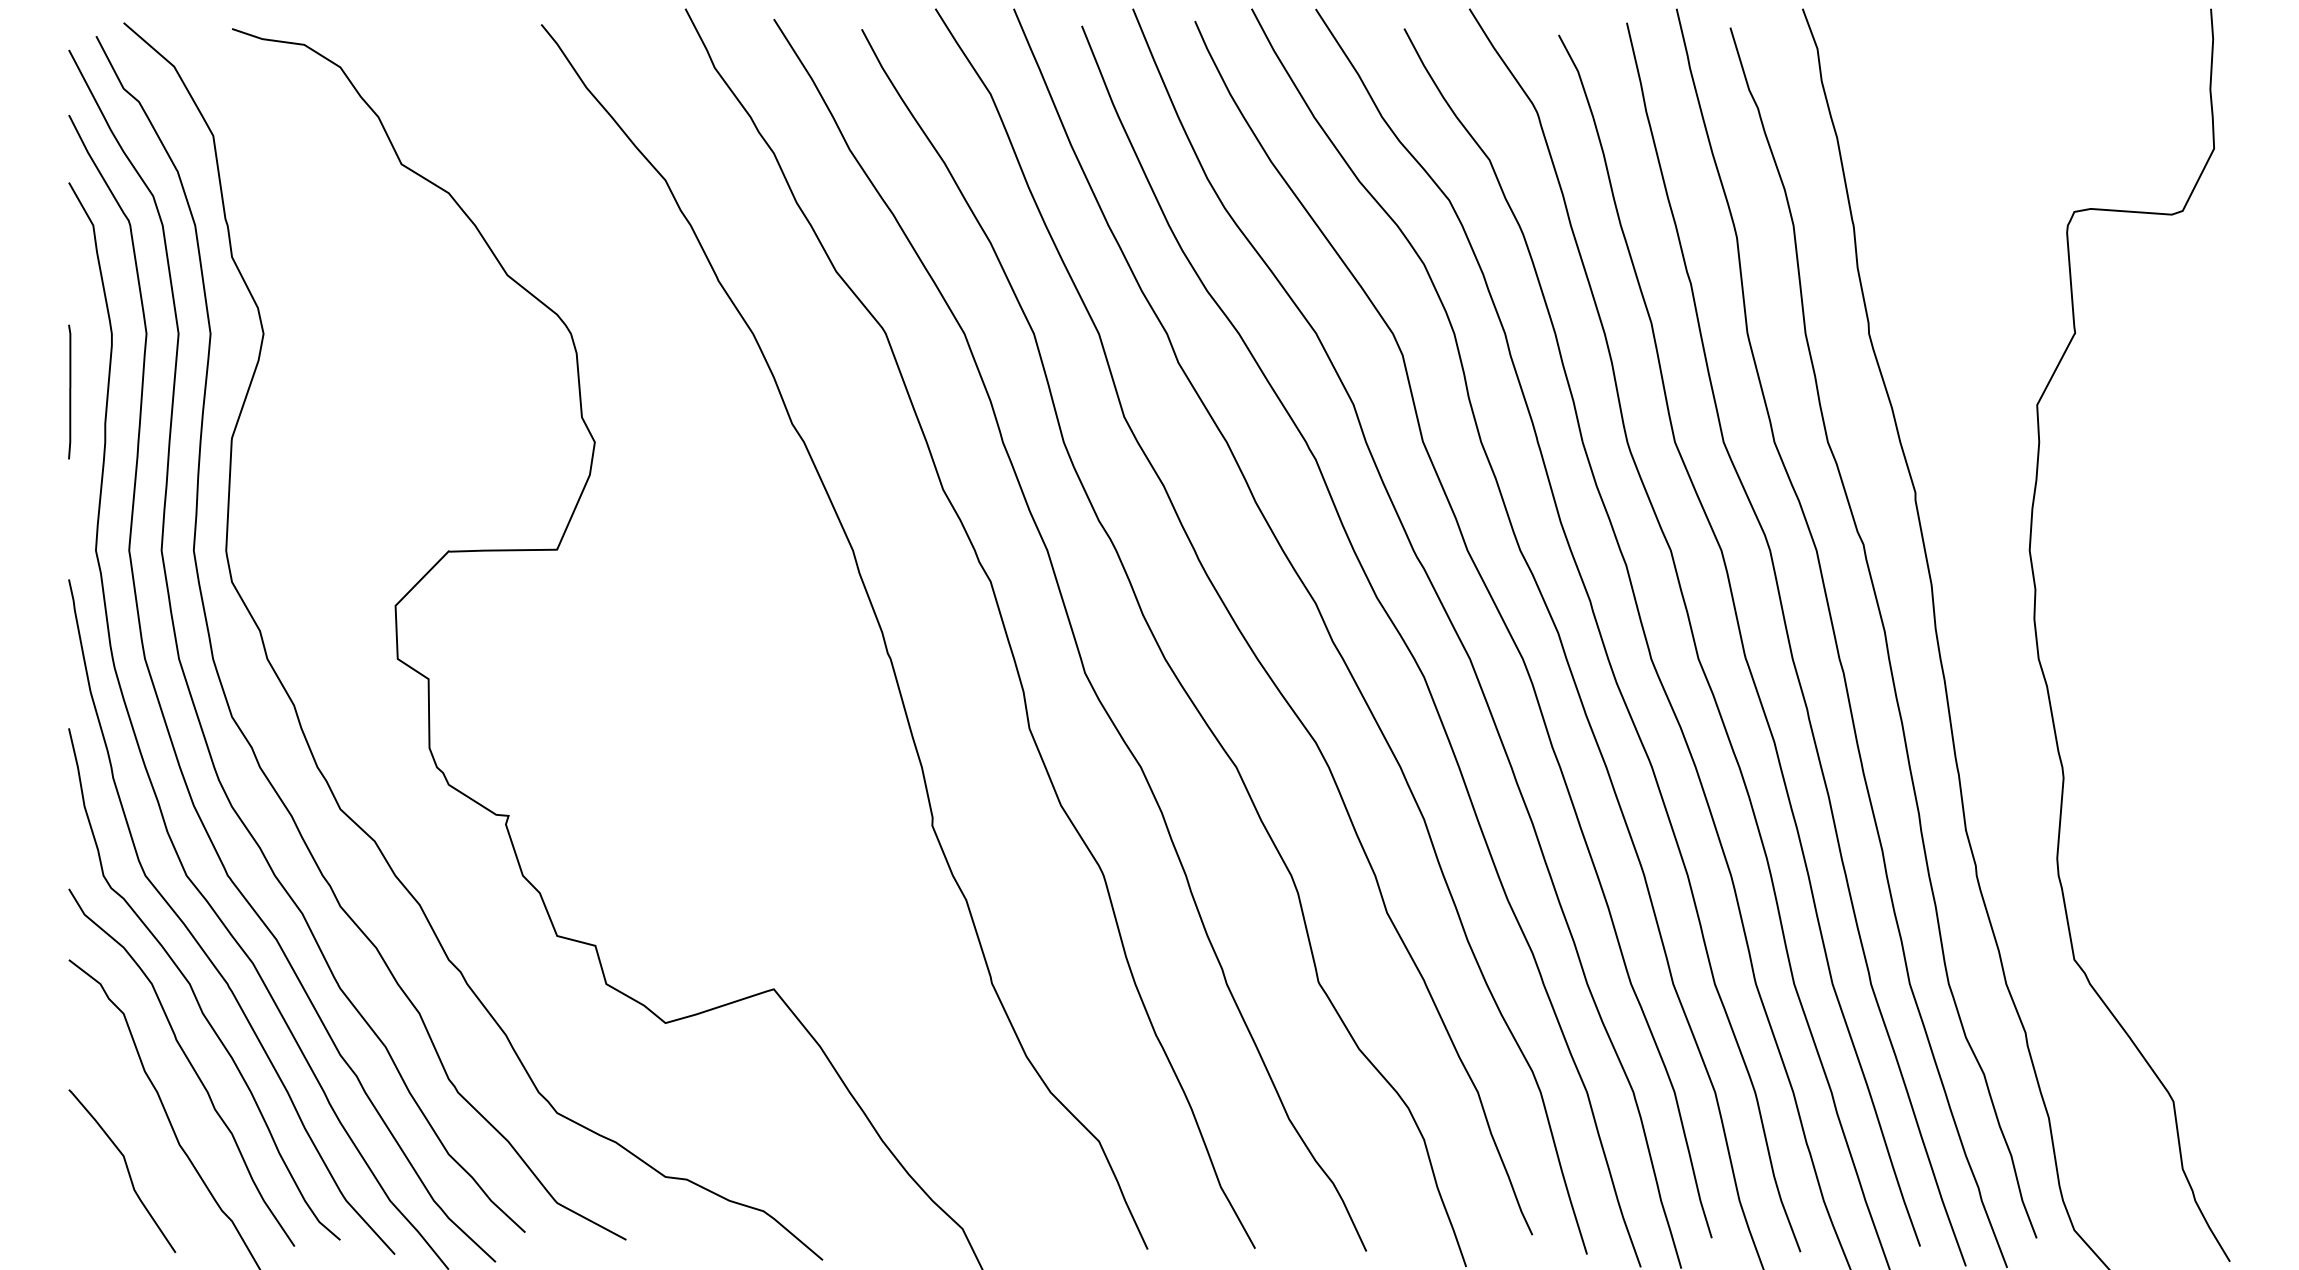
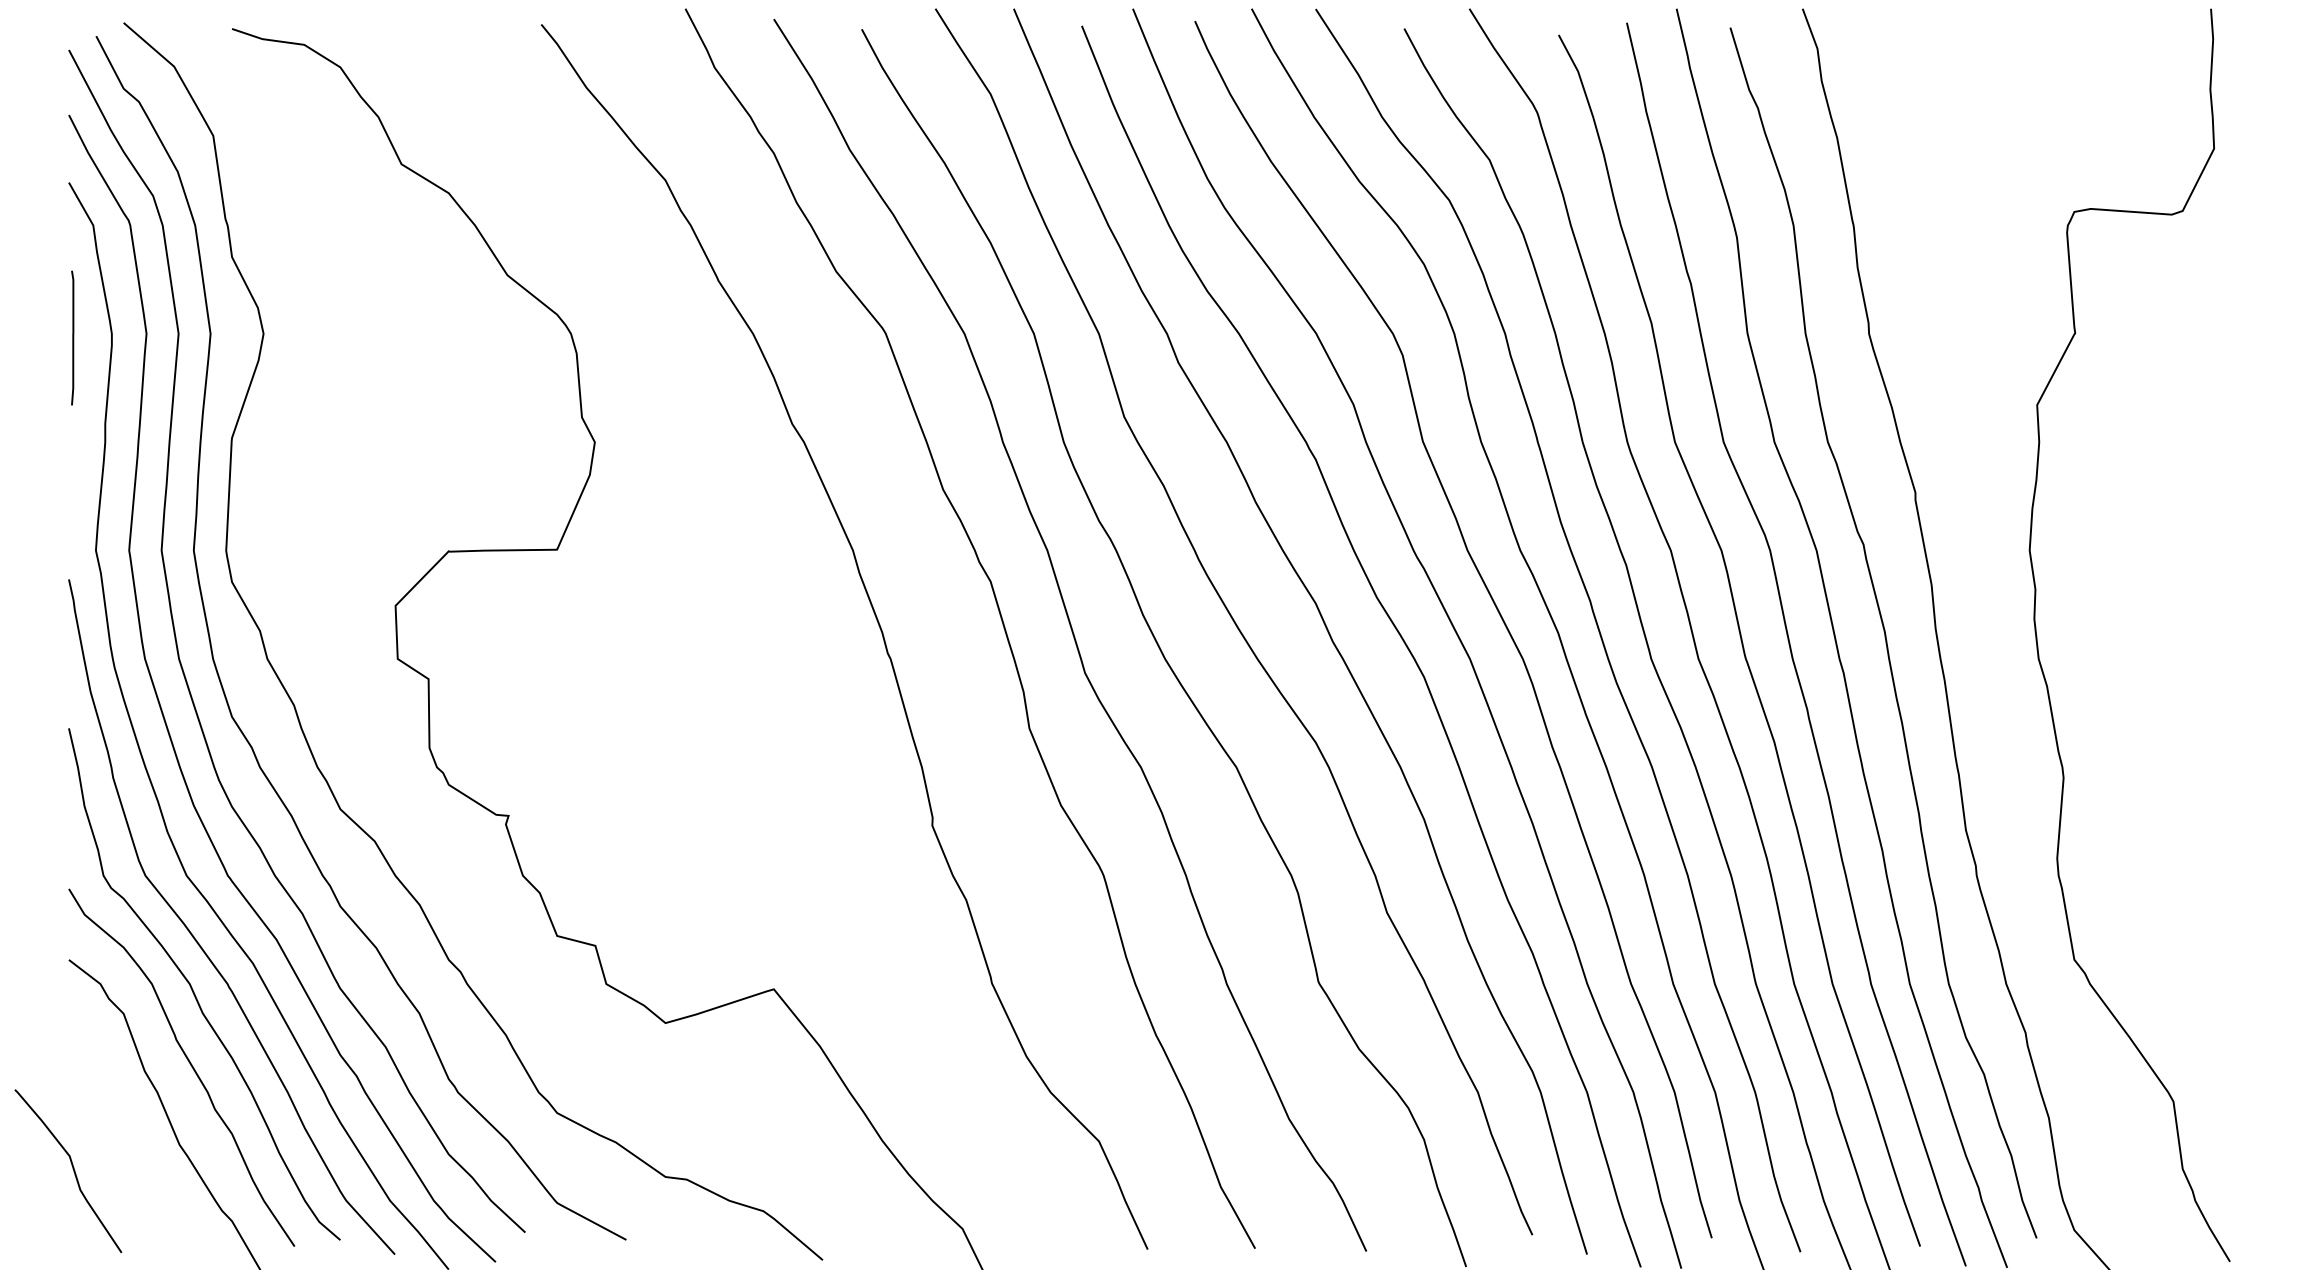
line at (69, 391) position: (69, 391) -> (72, 337)
curve at (126, 1168) position: (126, 1168) -> (72, 1168)
